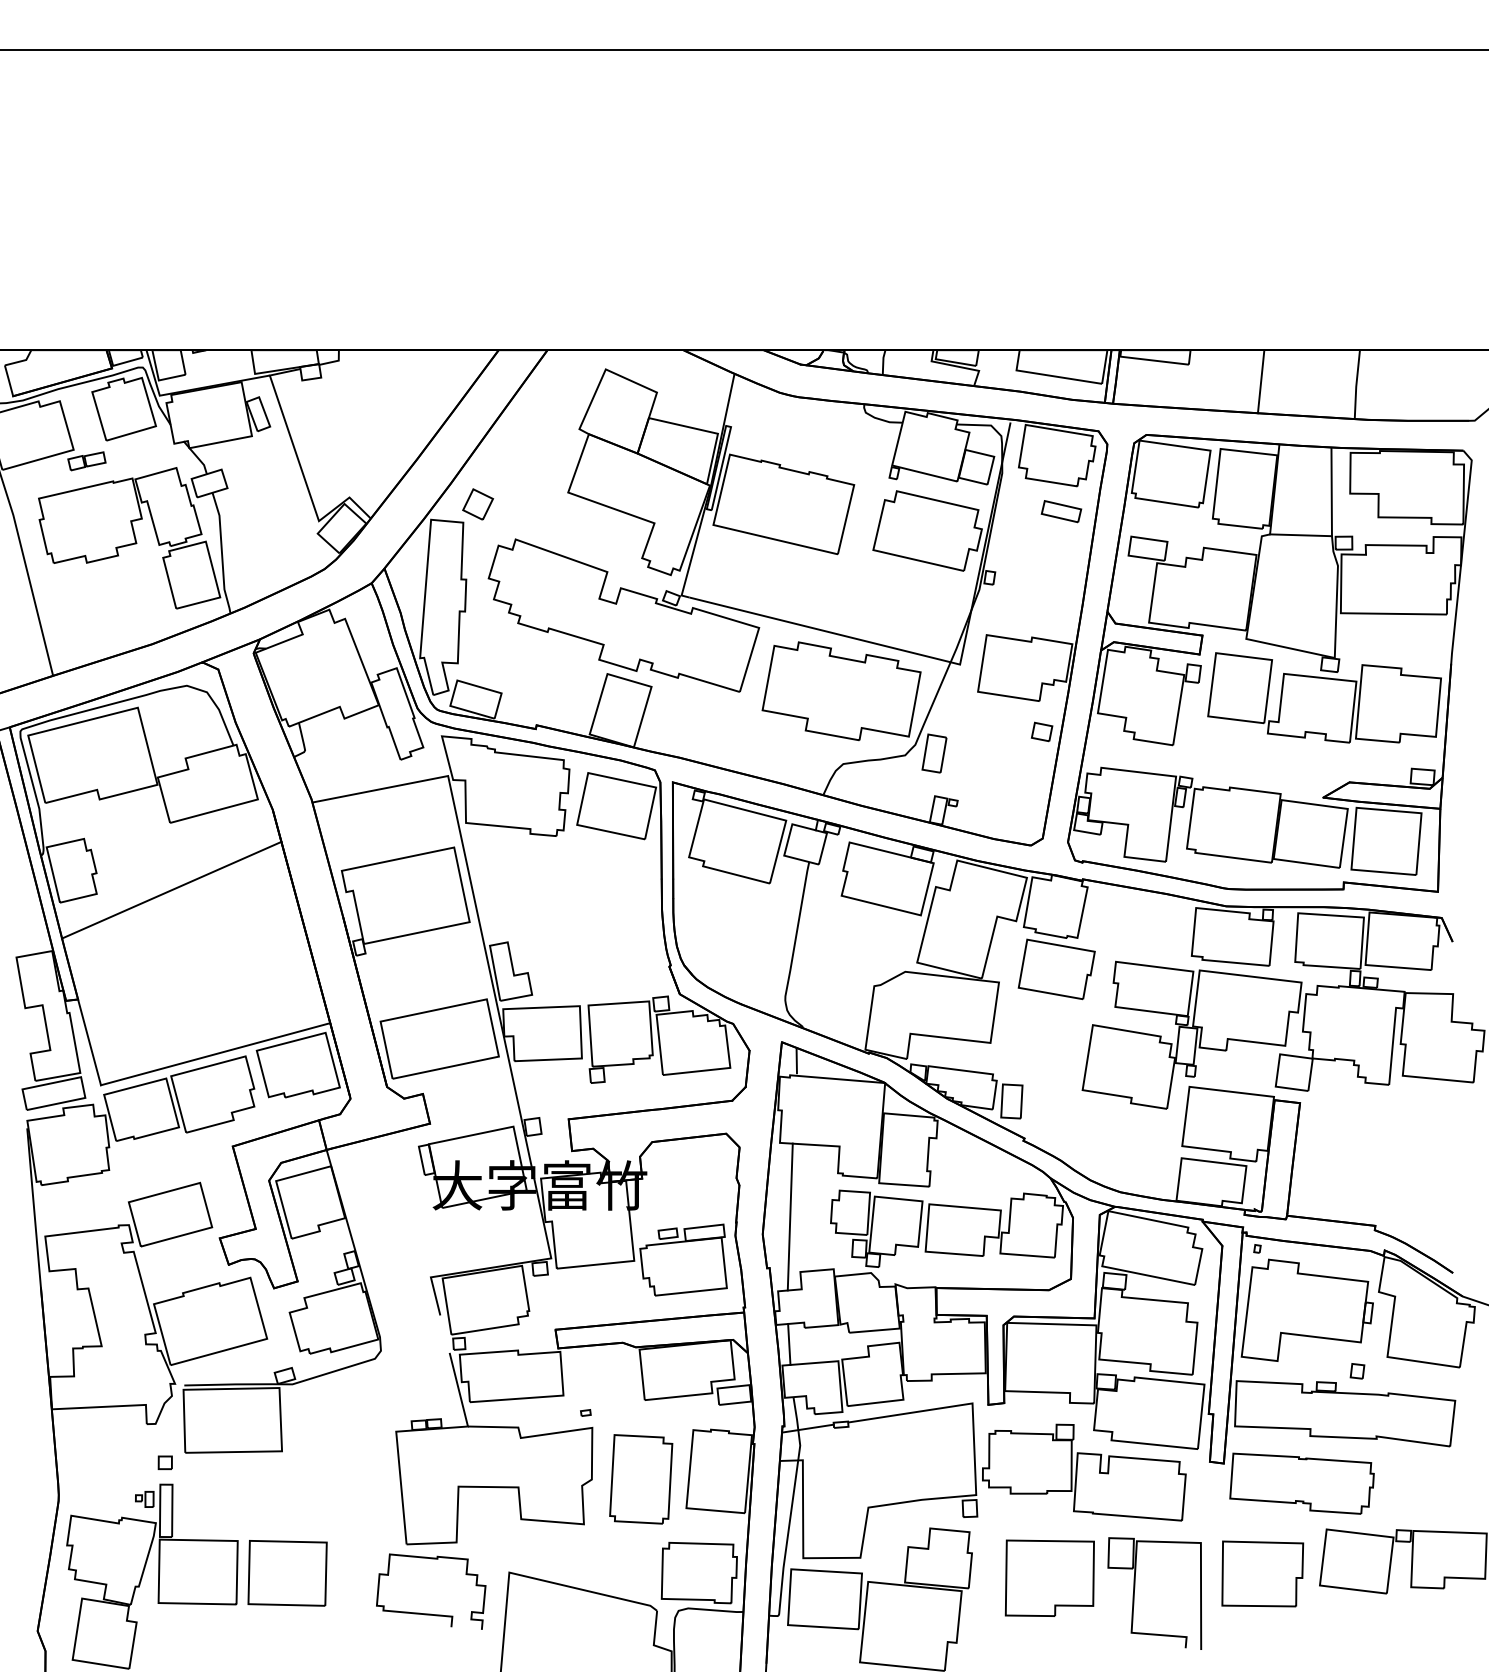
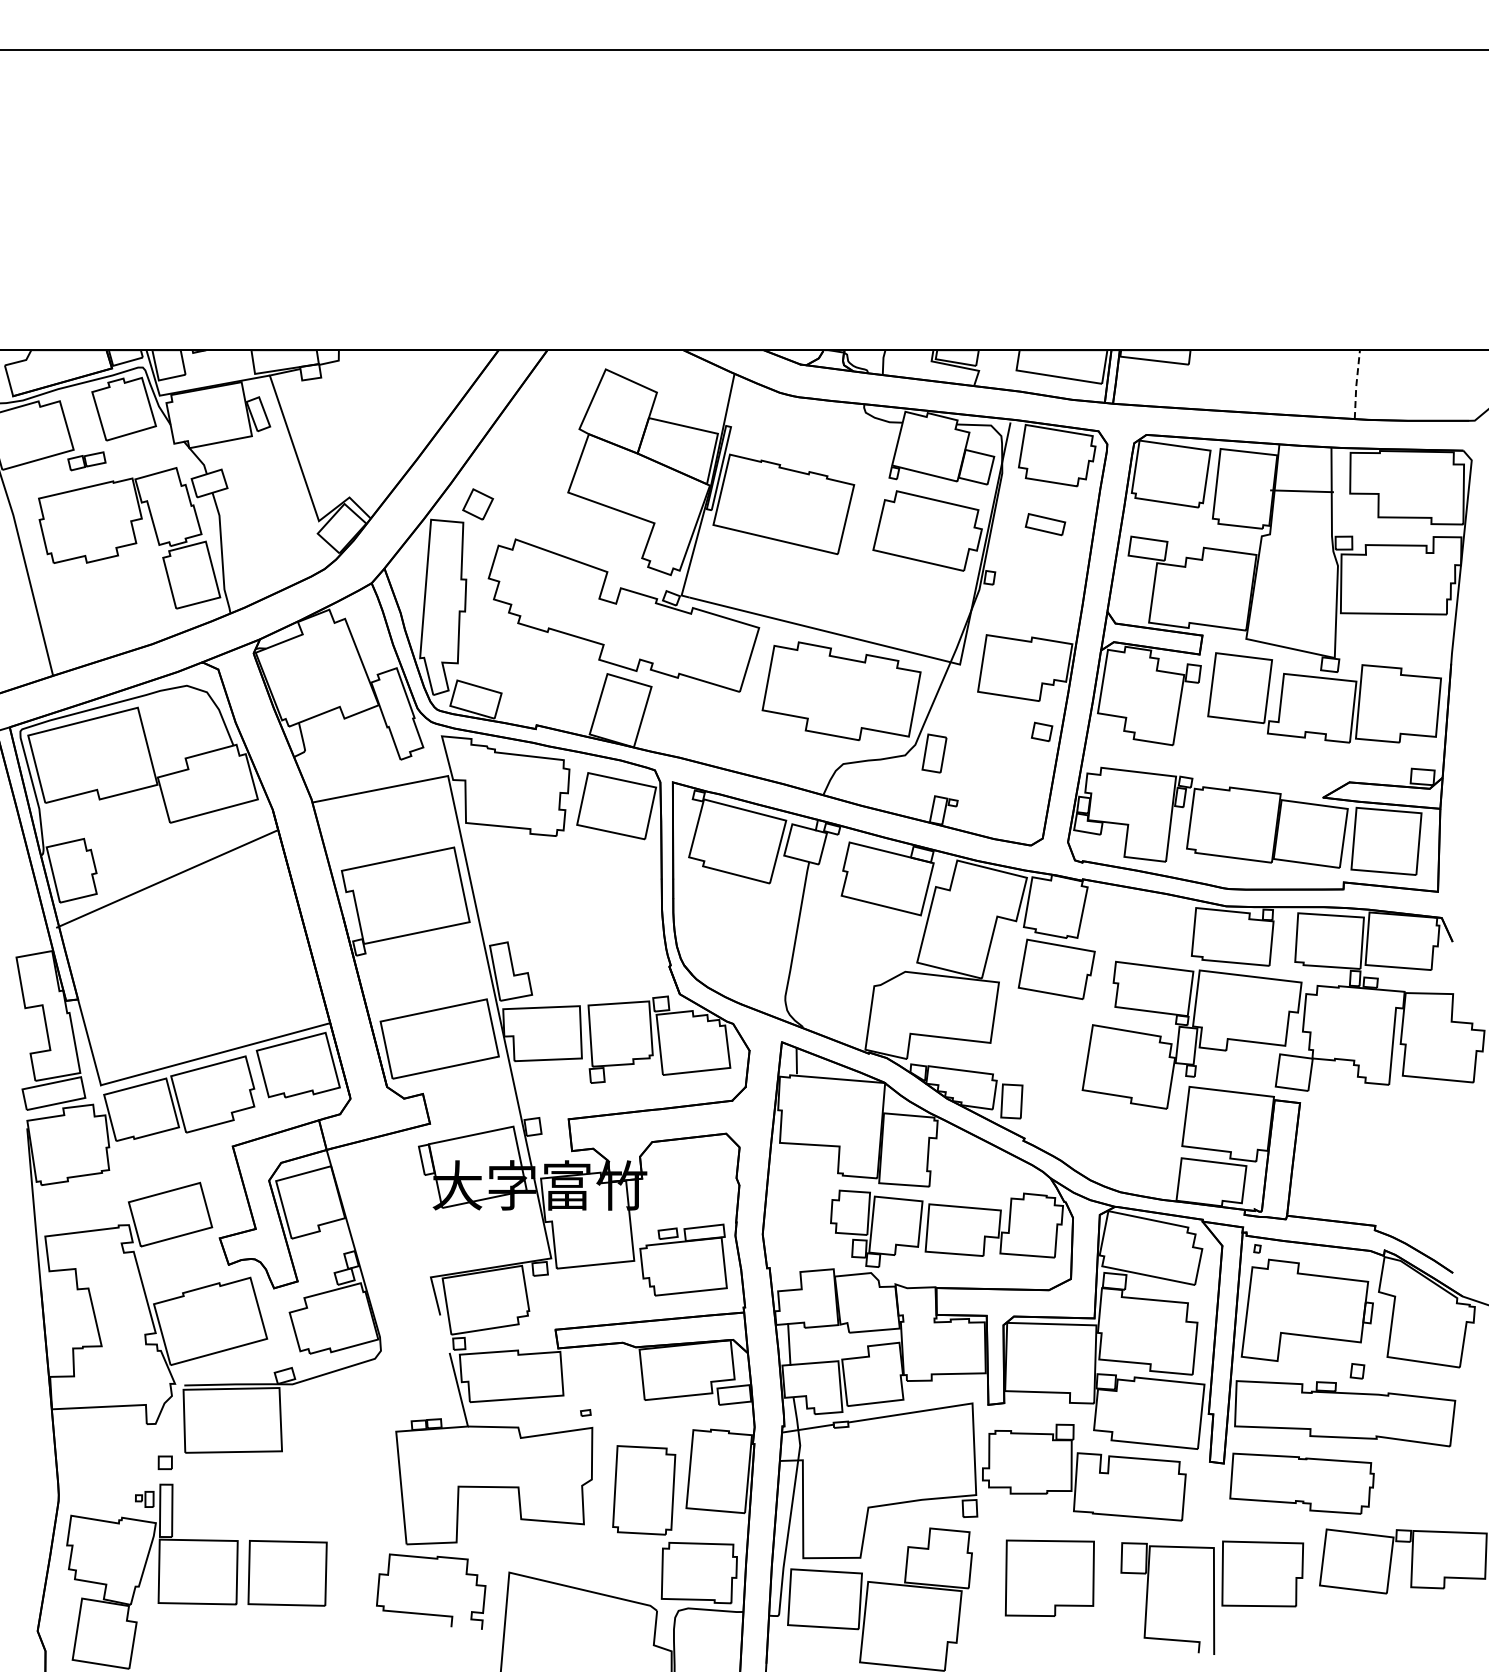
line at (1260, 381): present -> none
line at (1356, 384): solid -> dashed
part at (1061, 511) position: (1061, 511) -> (1045, 524)
line at (1300, 535) position: (1300, 535) -> (1301, 491)
line at (171, 889) position: (171, 889) -> (166, 878)
line at (789, 1216): present -> none
part at (641, 1479) position: (641, 1479) -> (644, 1490)
part at (1135, 1588) position: (1135, 1588) -> (1148, 1593)
